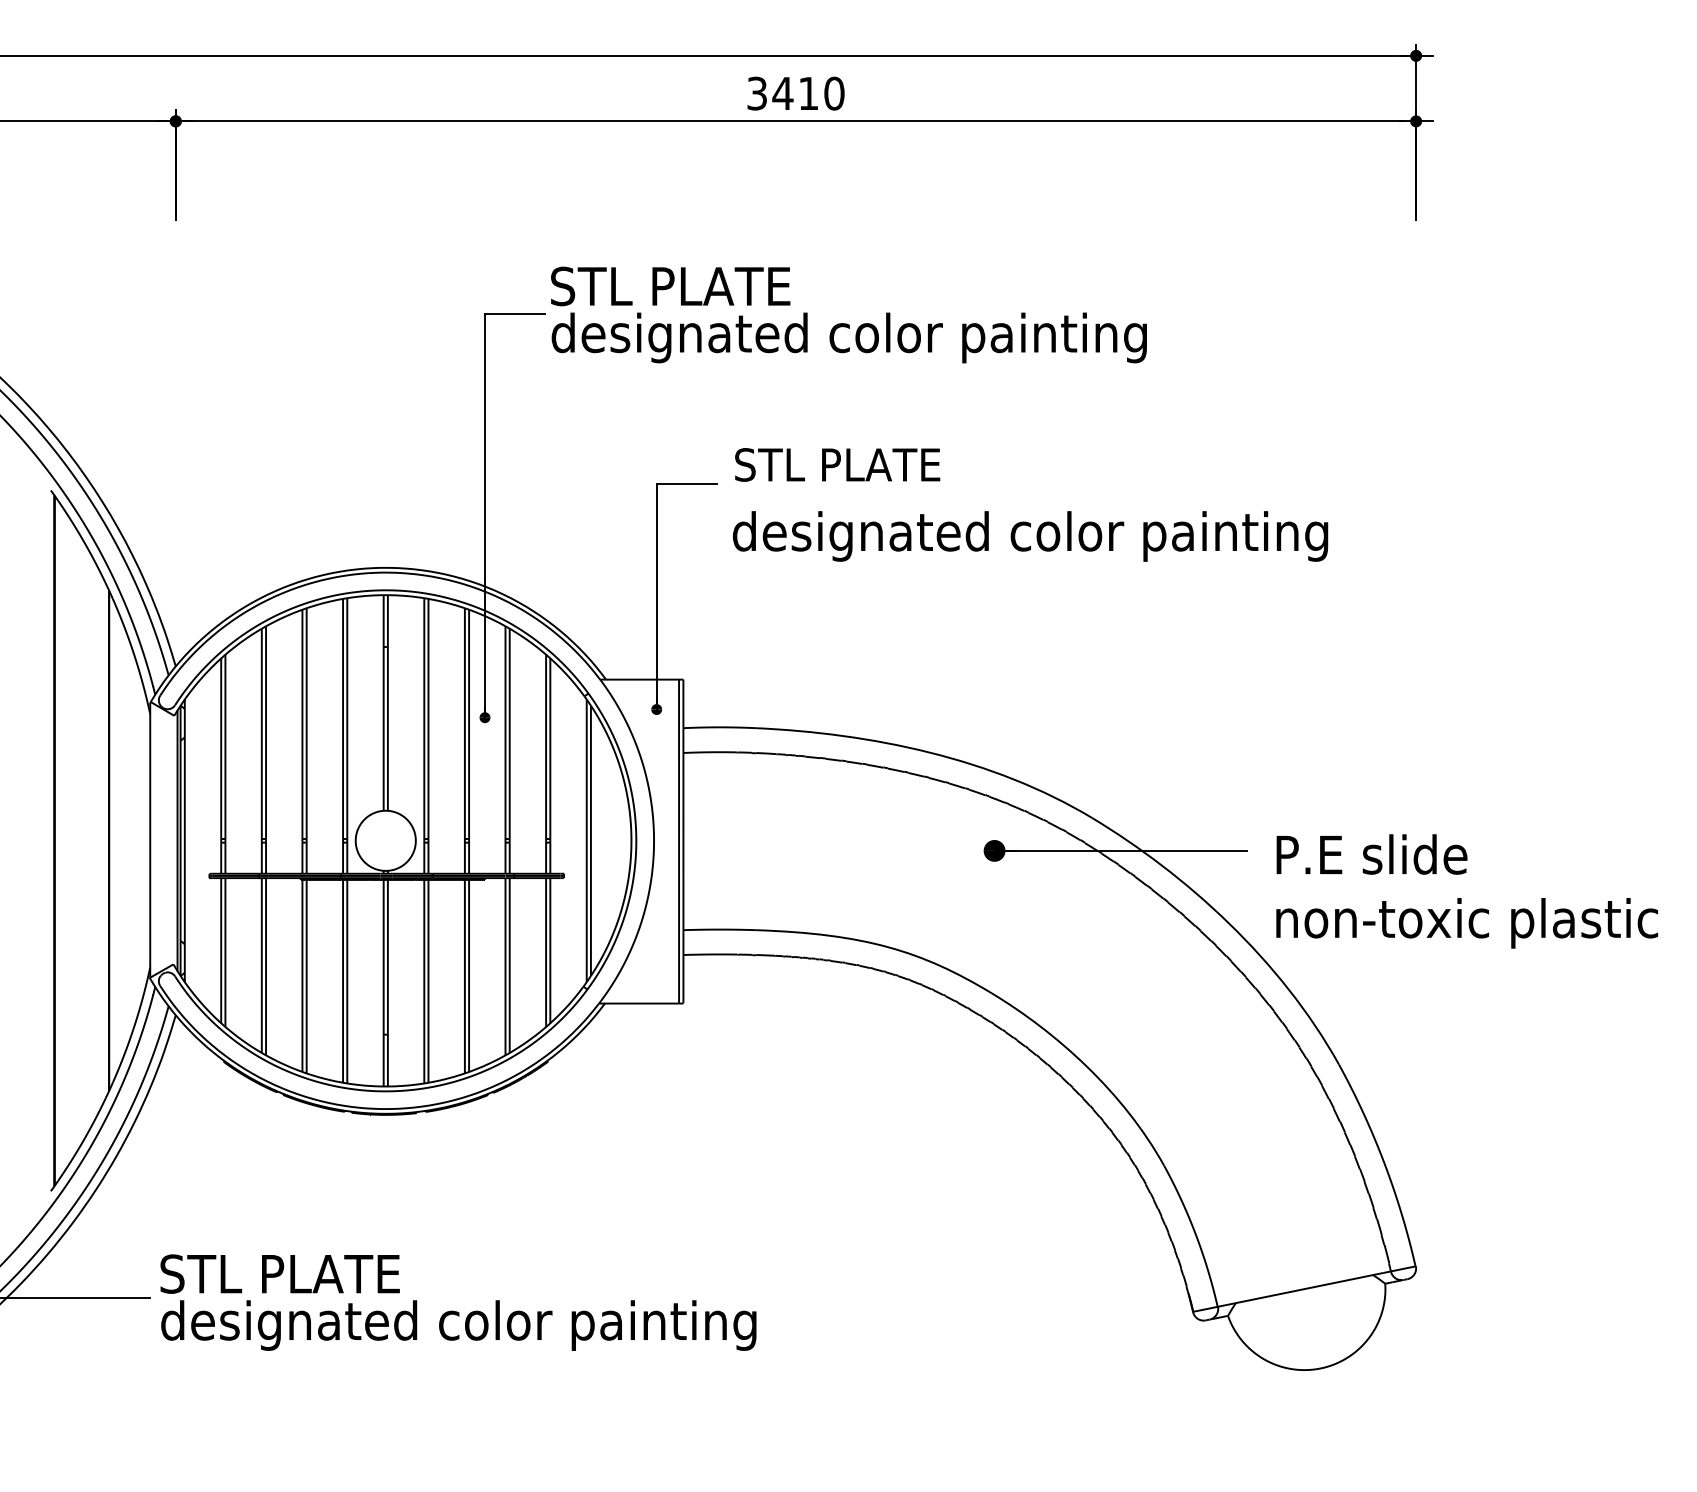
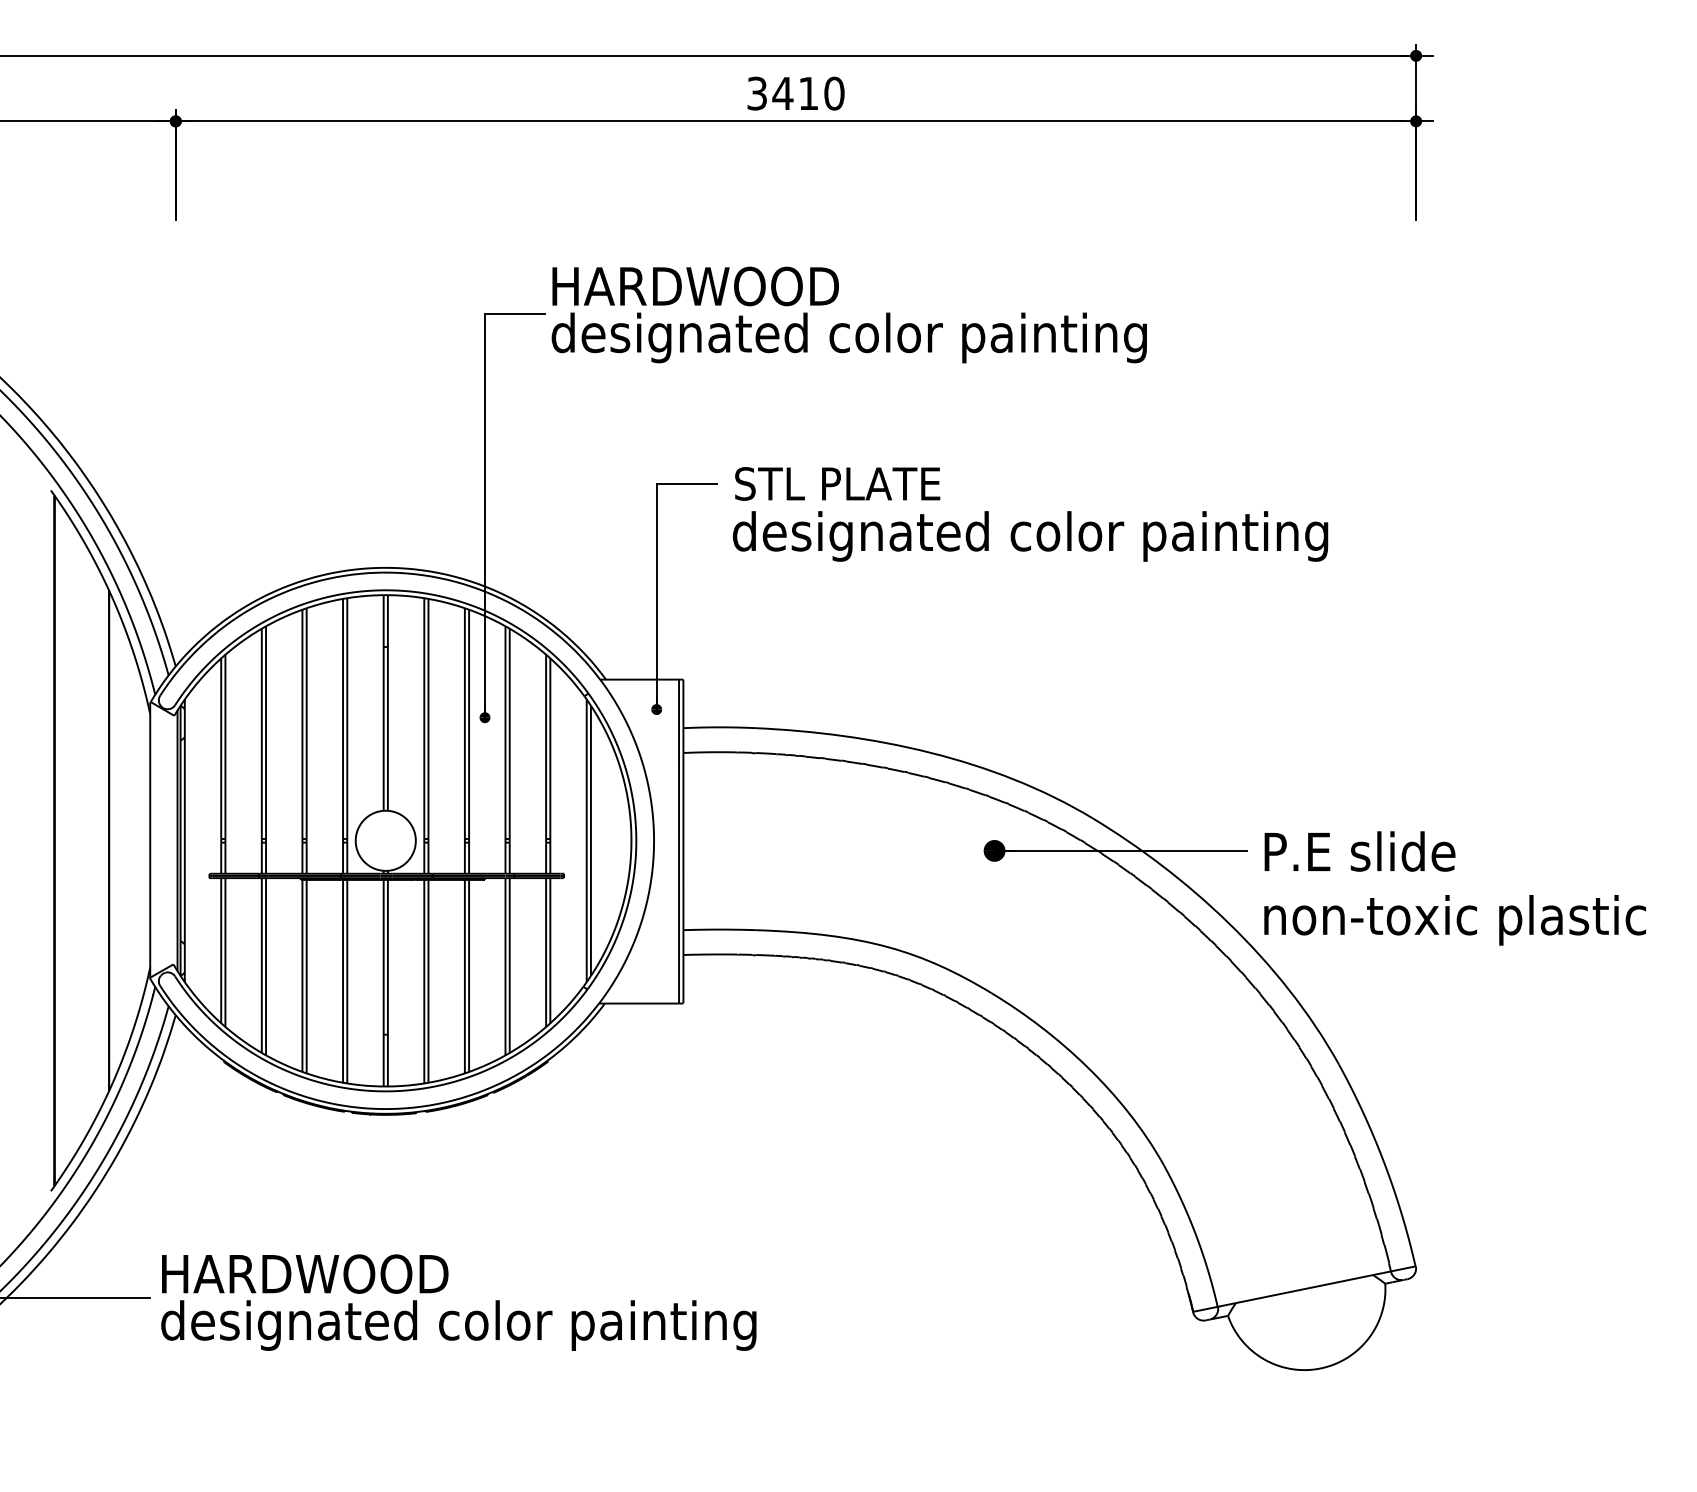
text at (694, 286): STL PLATE -> HARDWOOD
text at (837, 464) position: (837, 464) -> (837, 483)
text at (1466, 891) position: (1466, 891) -> (1454, 888)
text at (304, 1273): STL PLATE -> HARDWOOD
